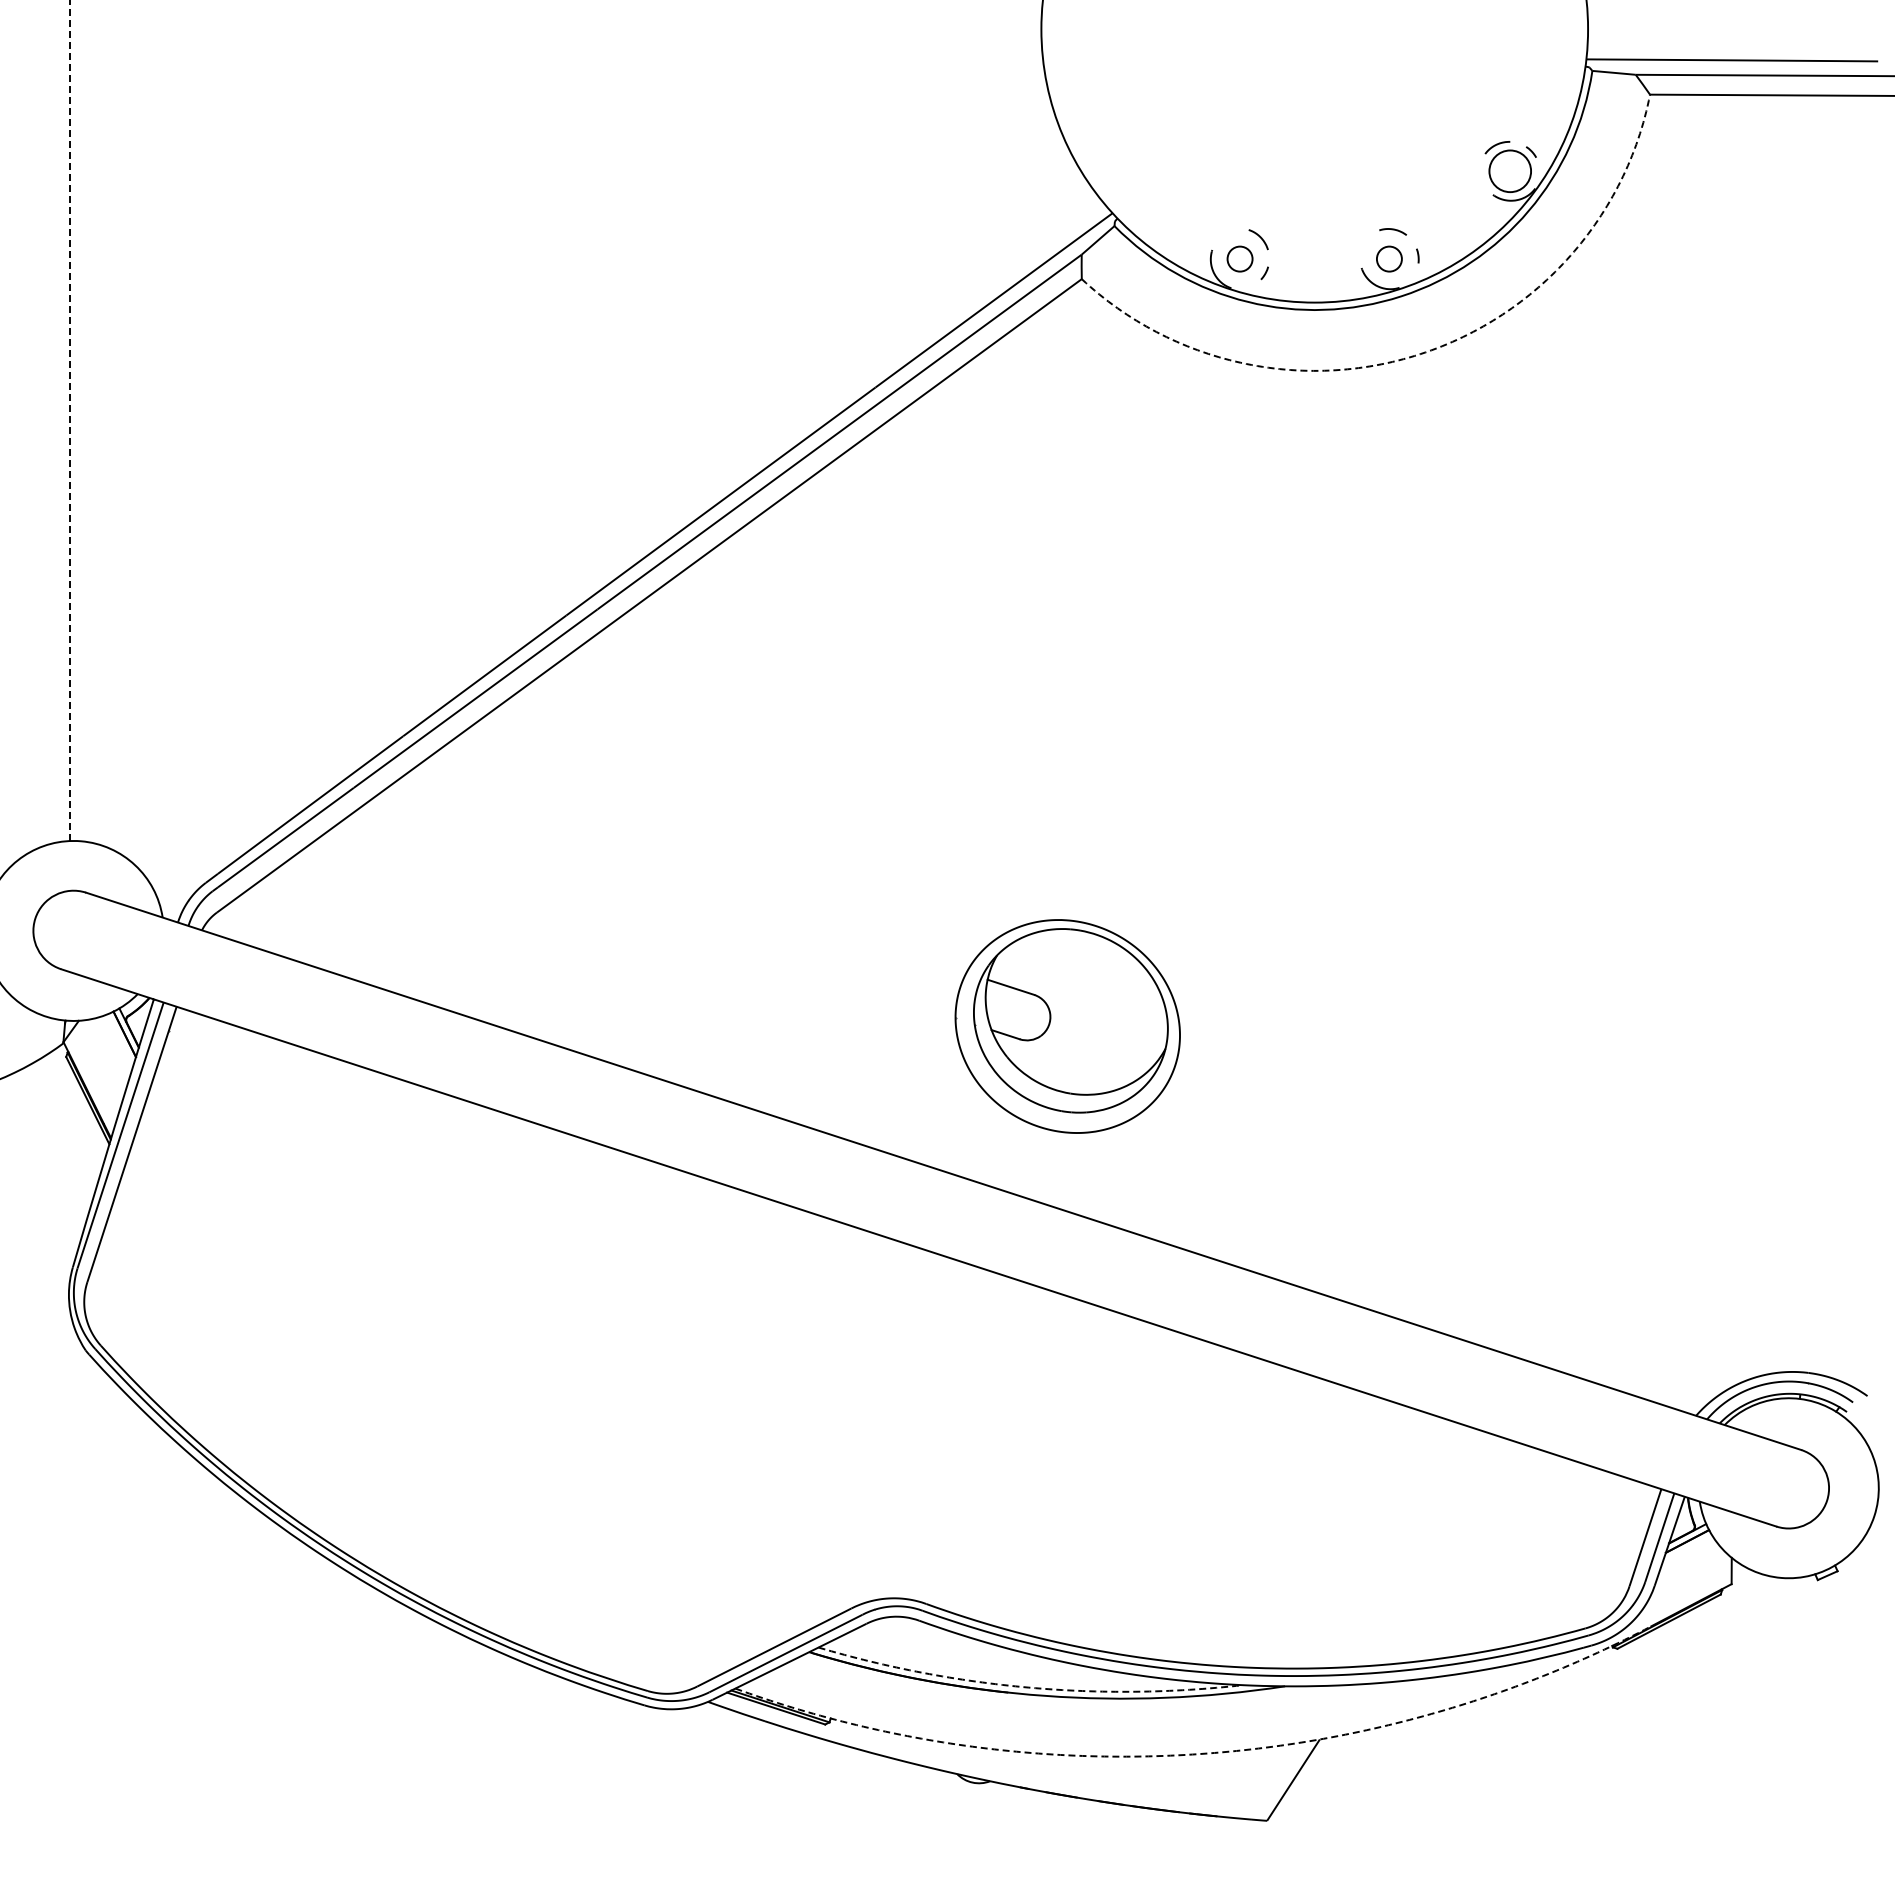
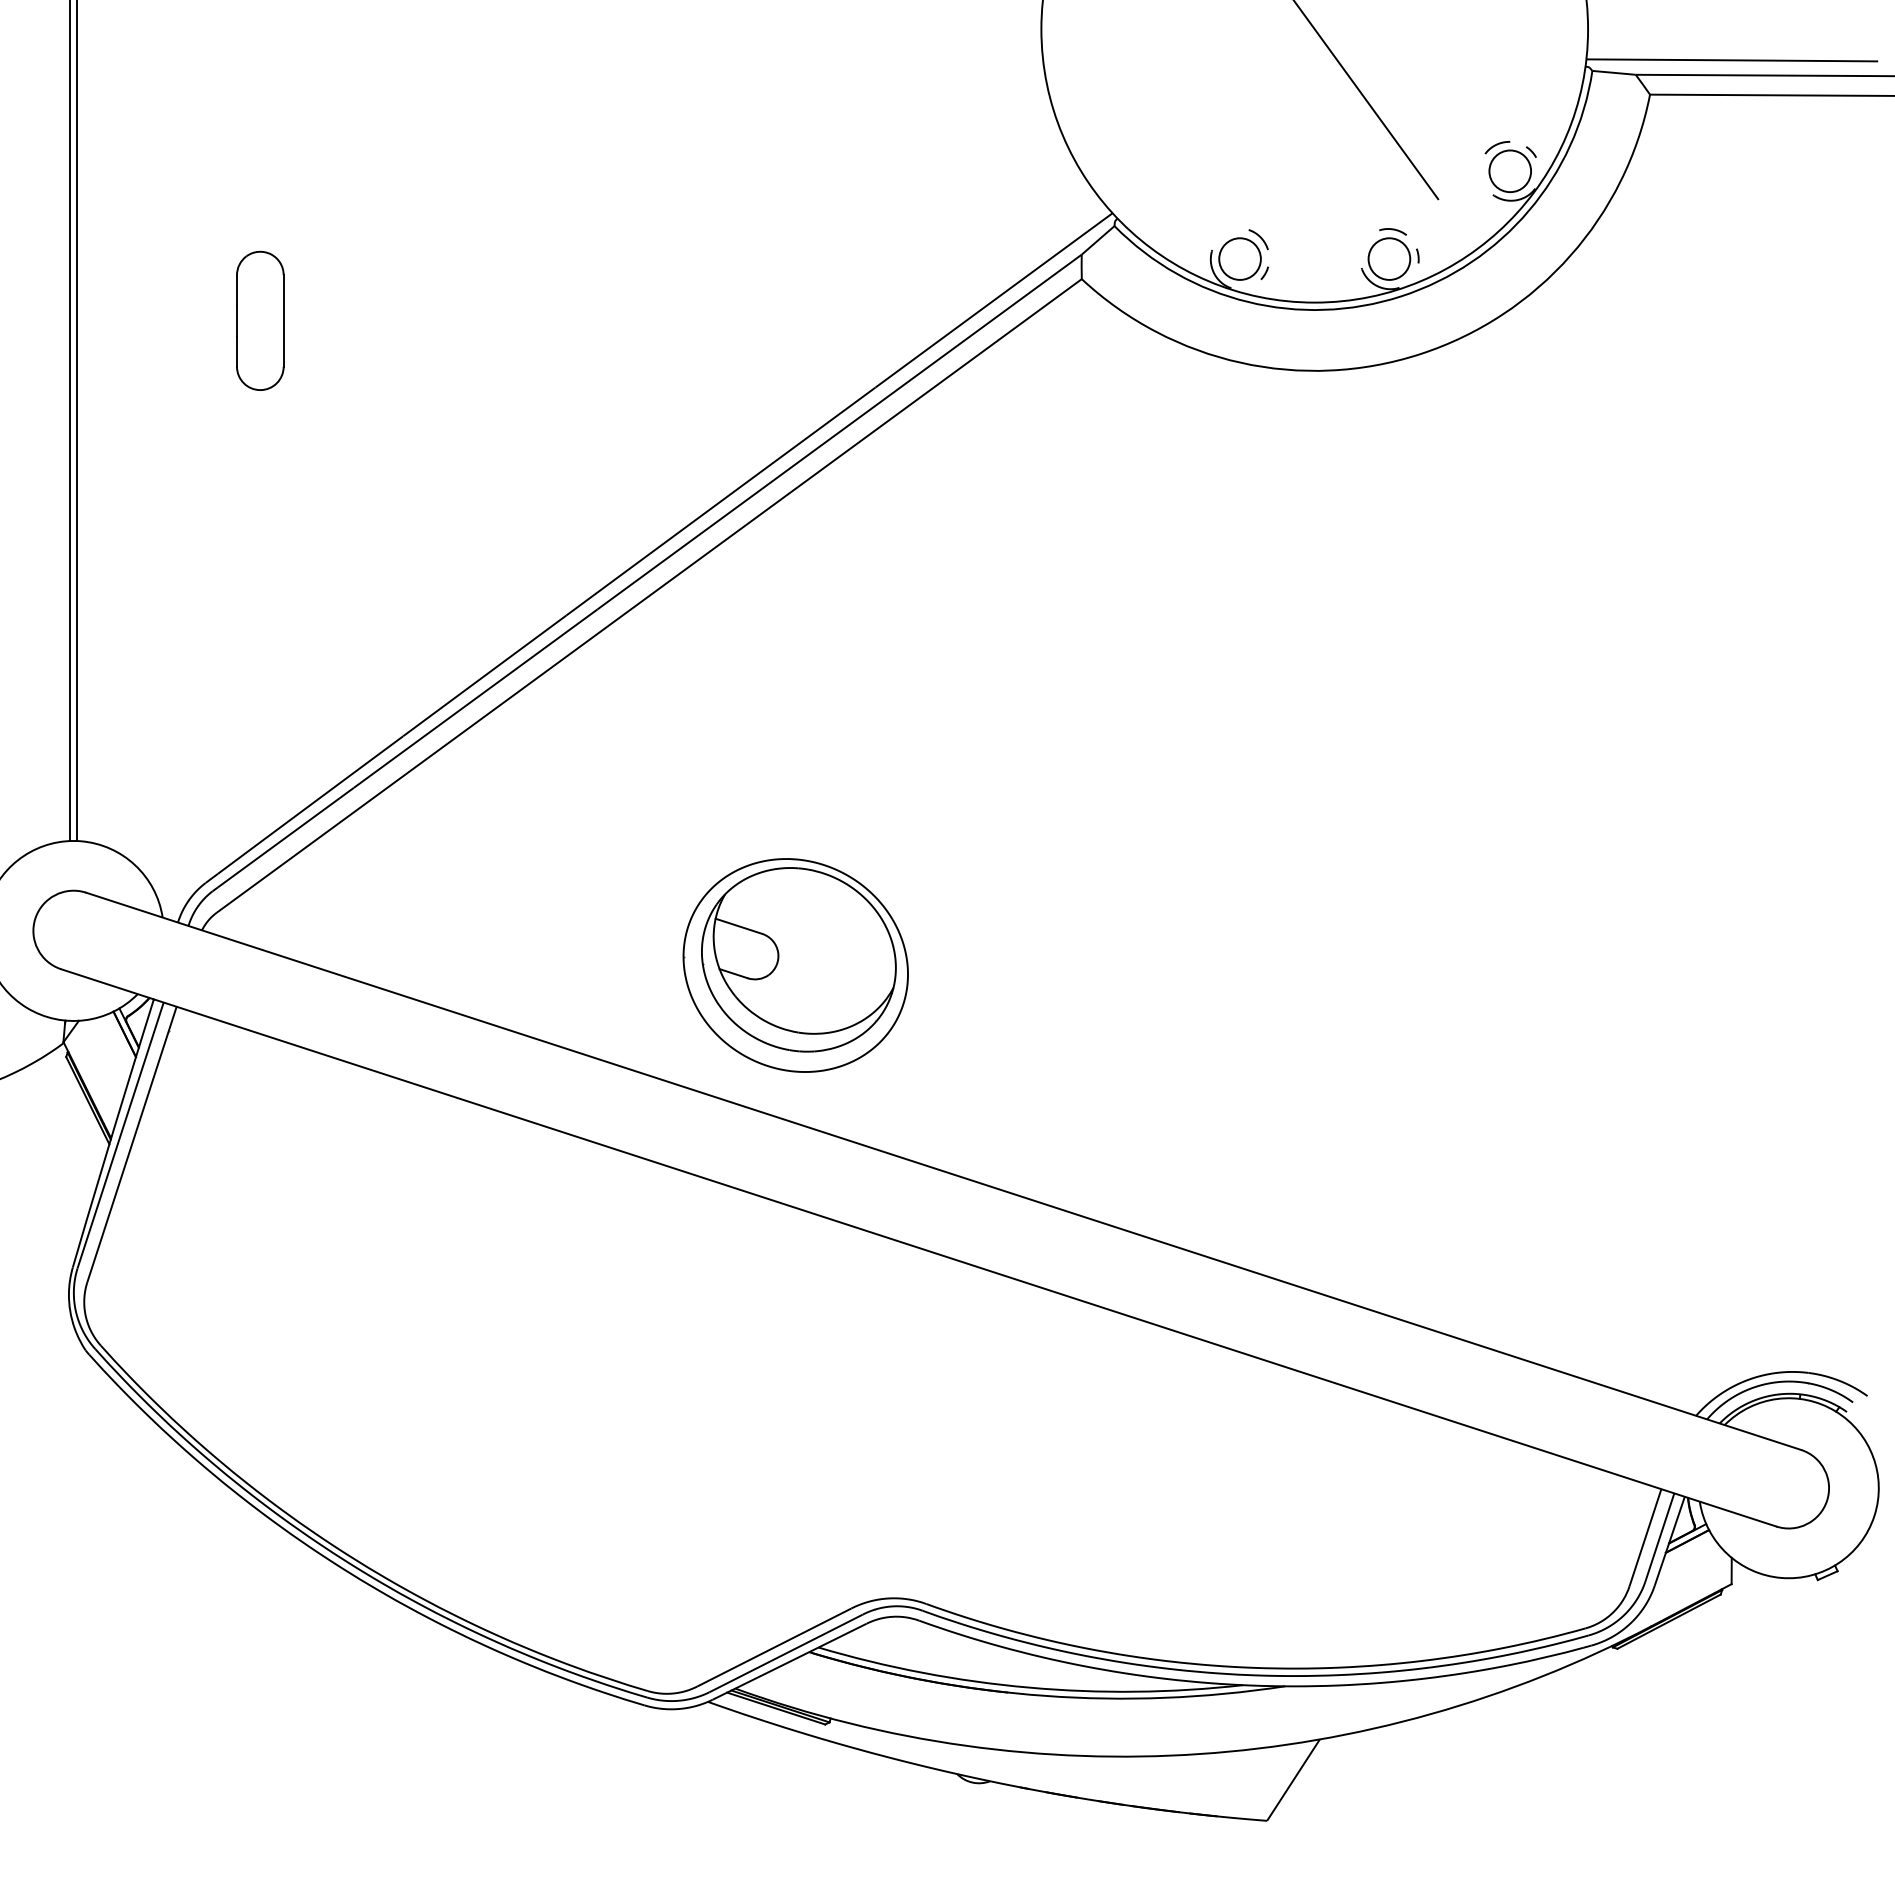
line at (1366, 100): none -> present
circle at (1239, 258) diameter: 25 px -> 42 px
circle at (1388, 258) diameter: 25 px -> 42 px
part at (260, 320): none -> present
arc at (1420, 354): dashed -> solid
line at (70, 420): dashed -> solid
line at (77, 421): none -> present
part at (1067, 1026) position: (1067, 1026) -> (795, 965)
arc at (1028, 1687): dashed -> solid
arc at (1199, 1754): dashed -> solid
